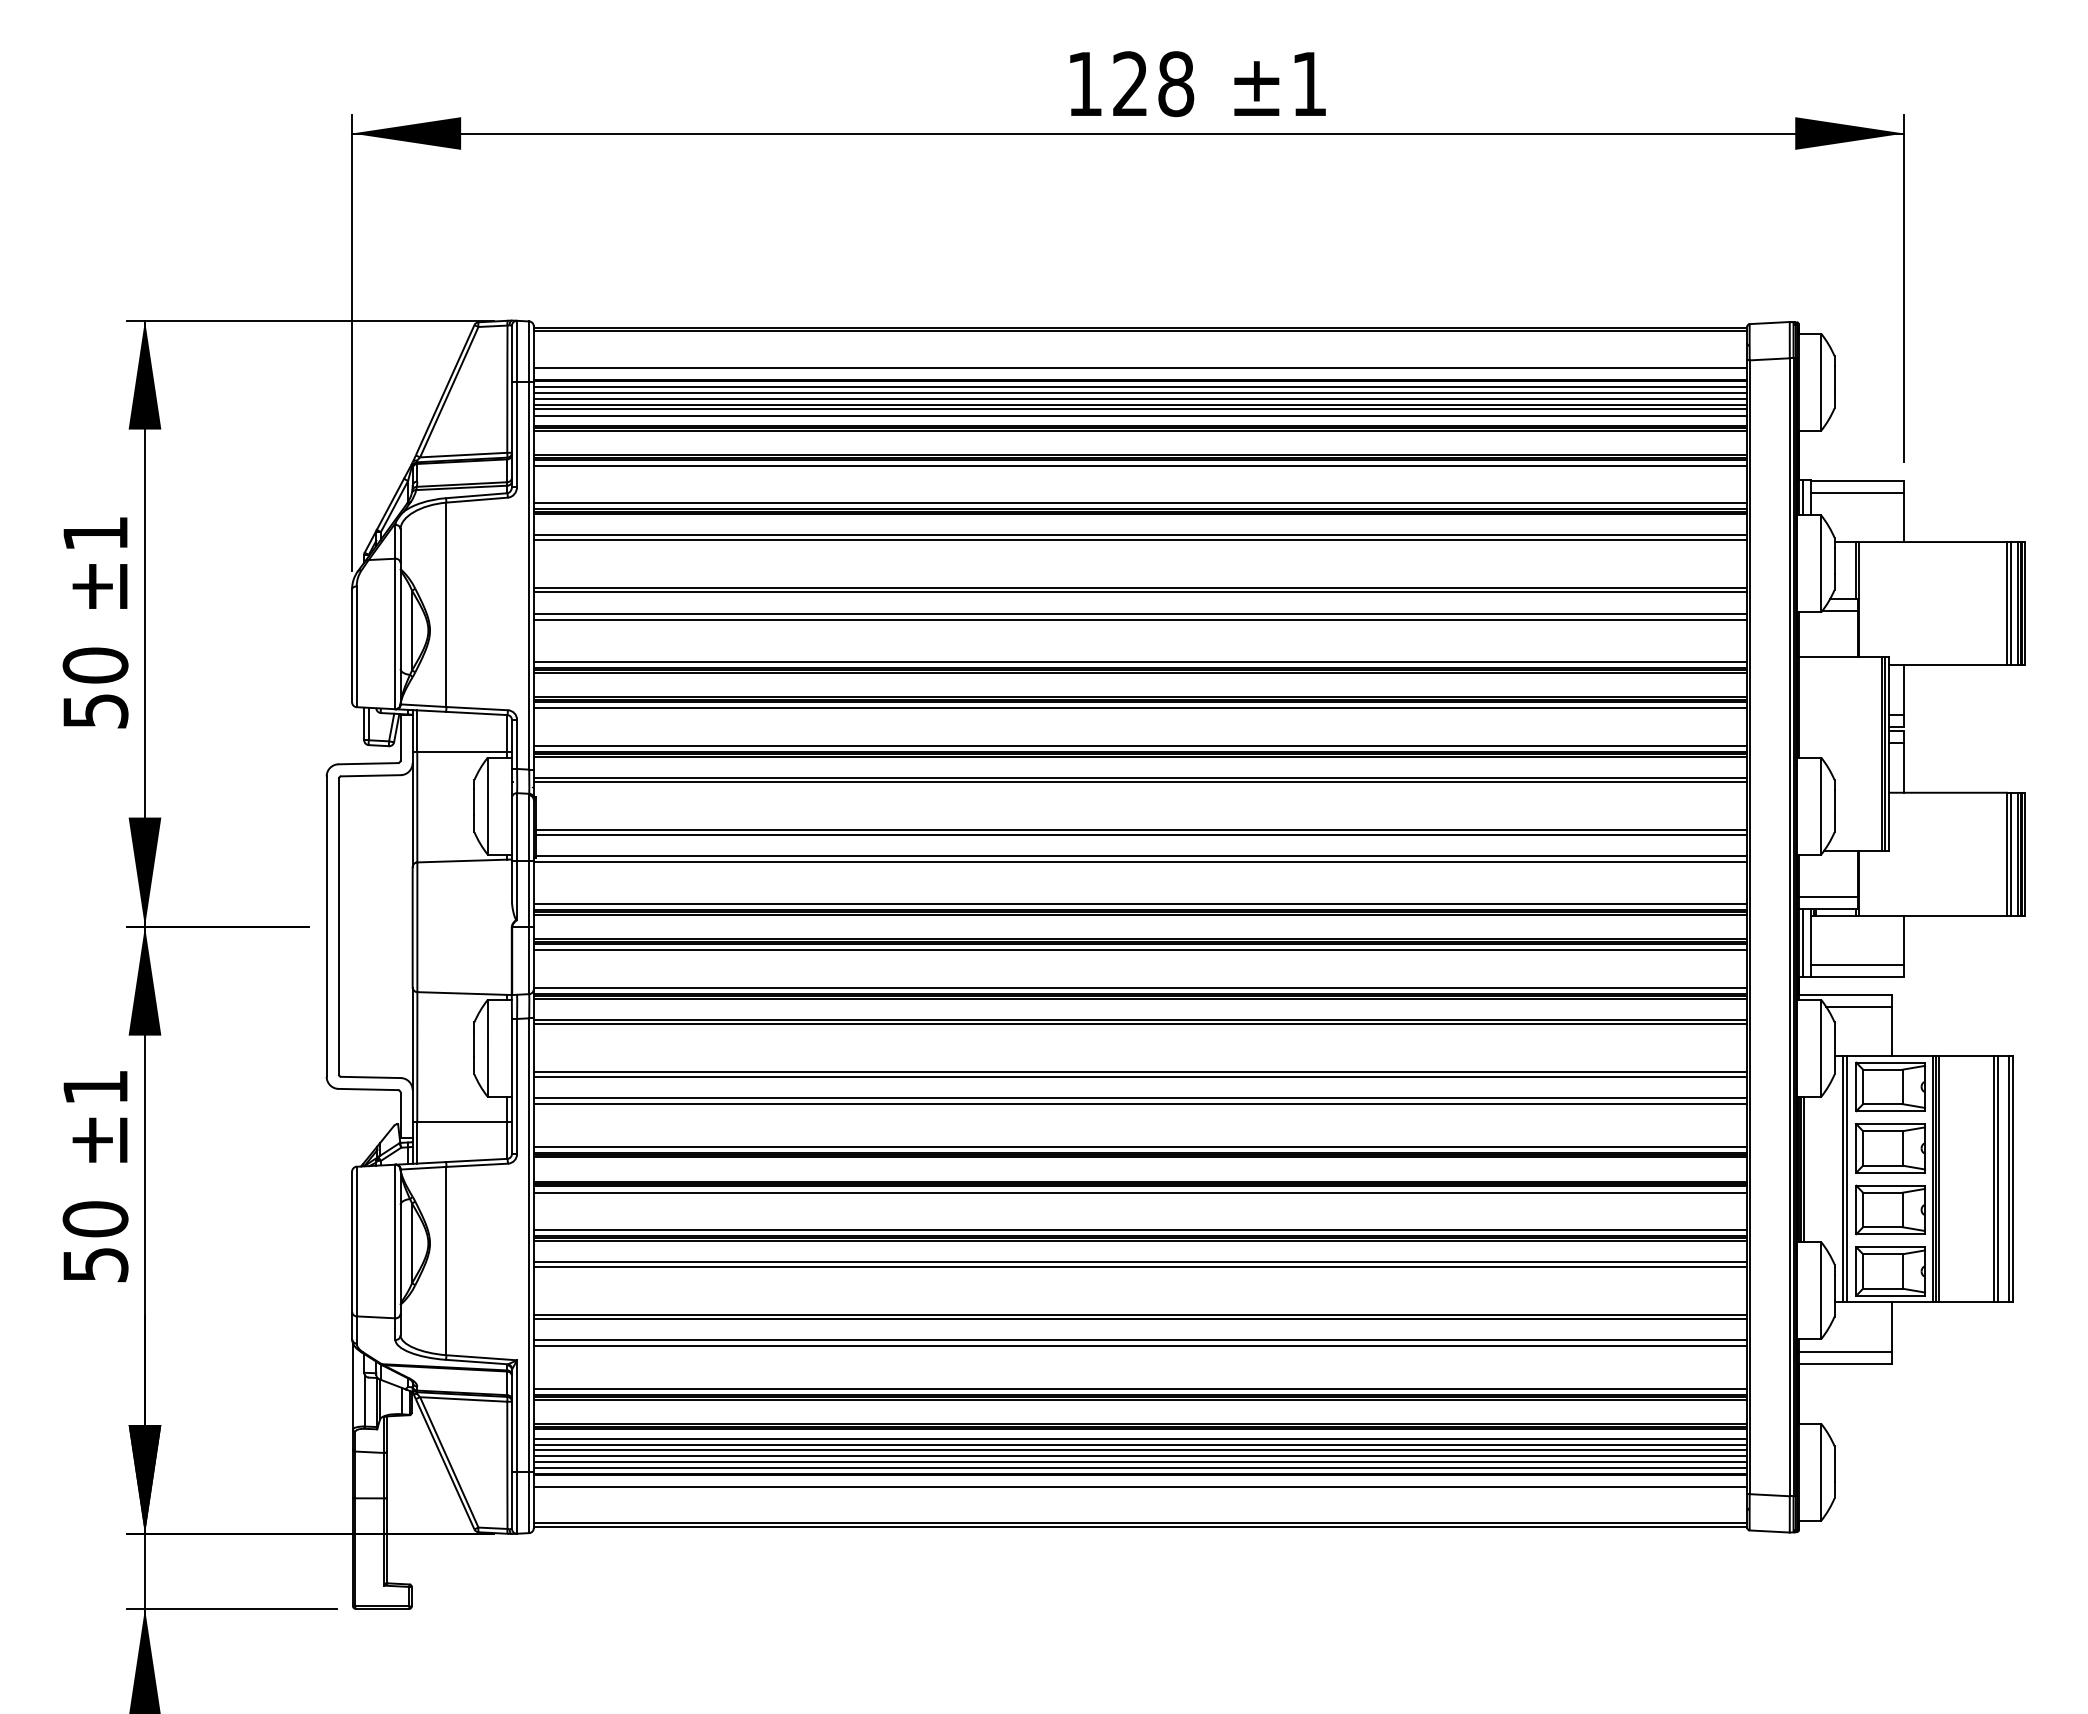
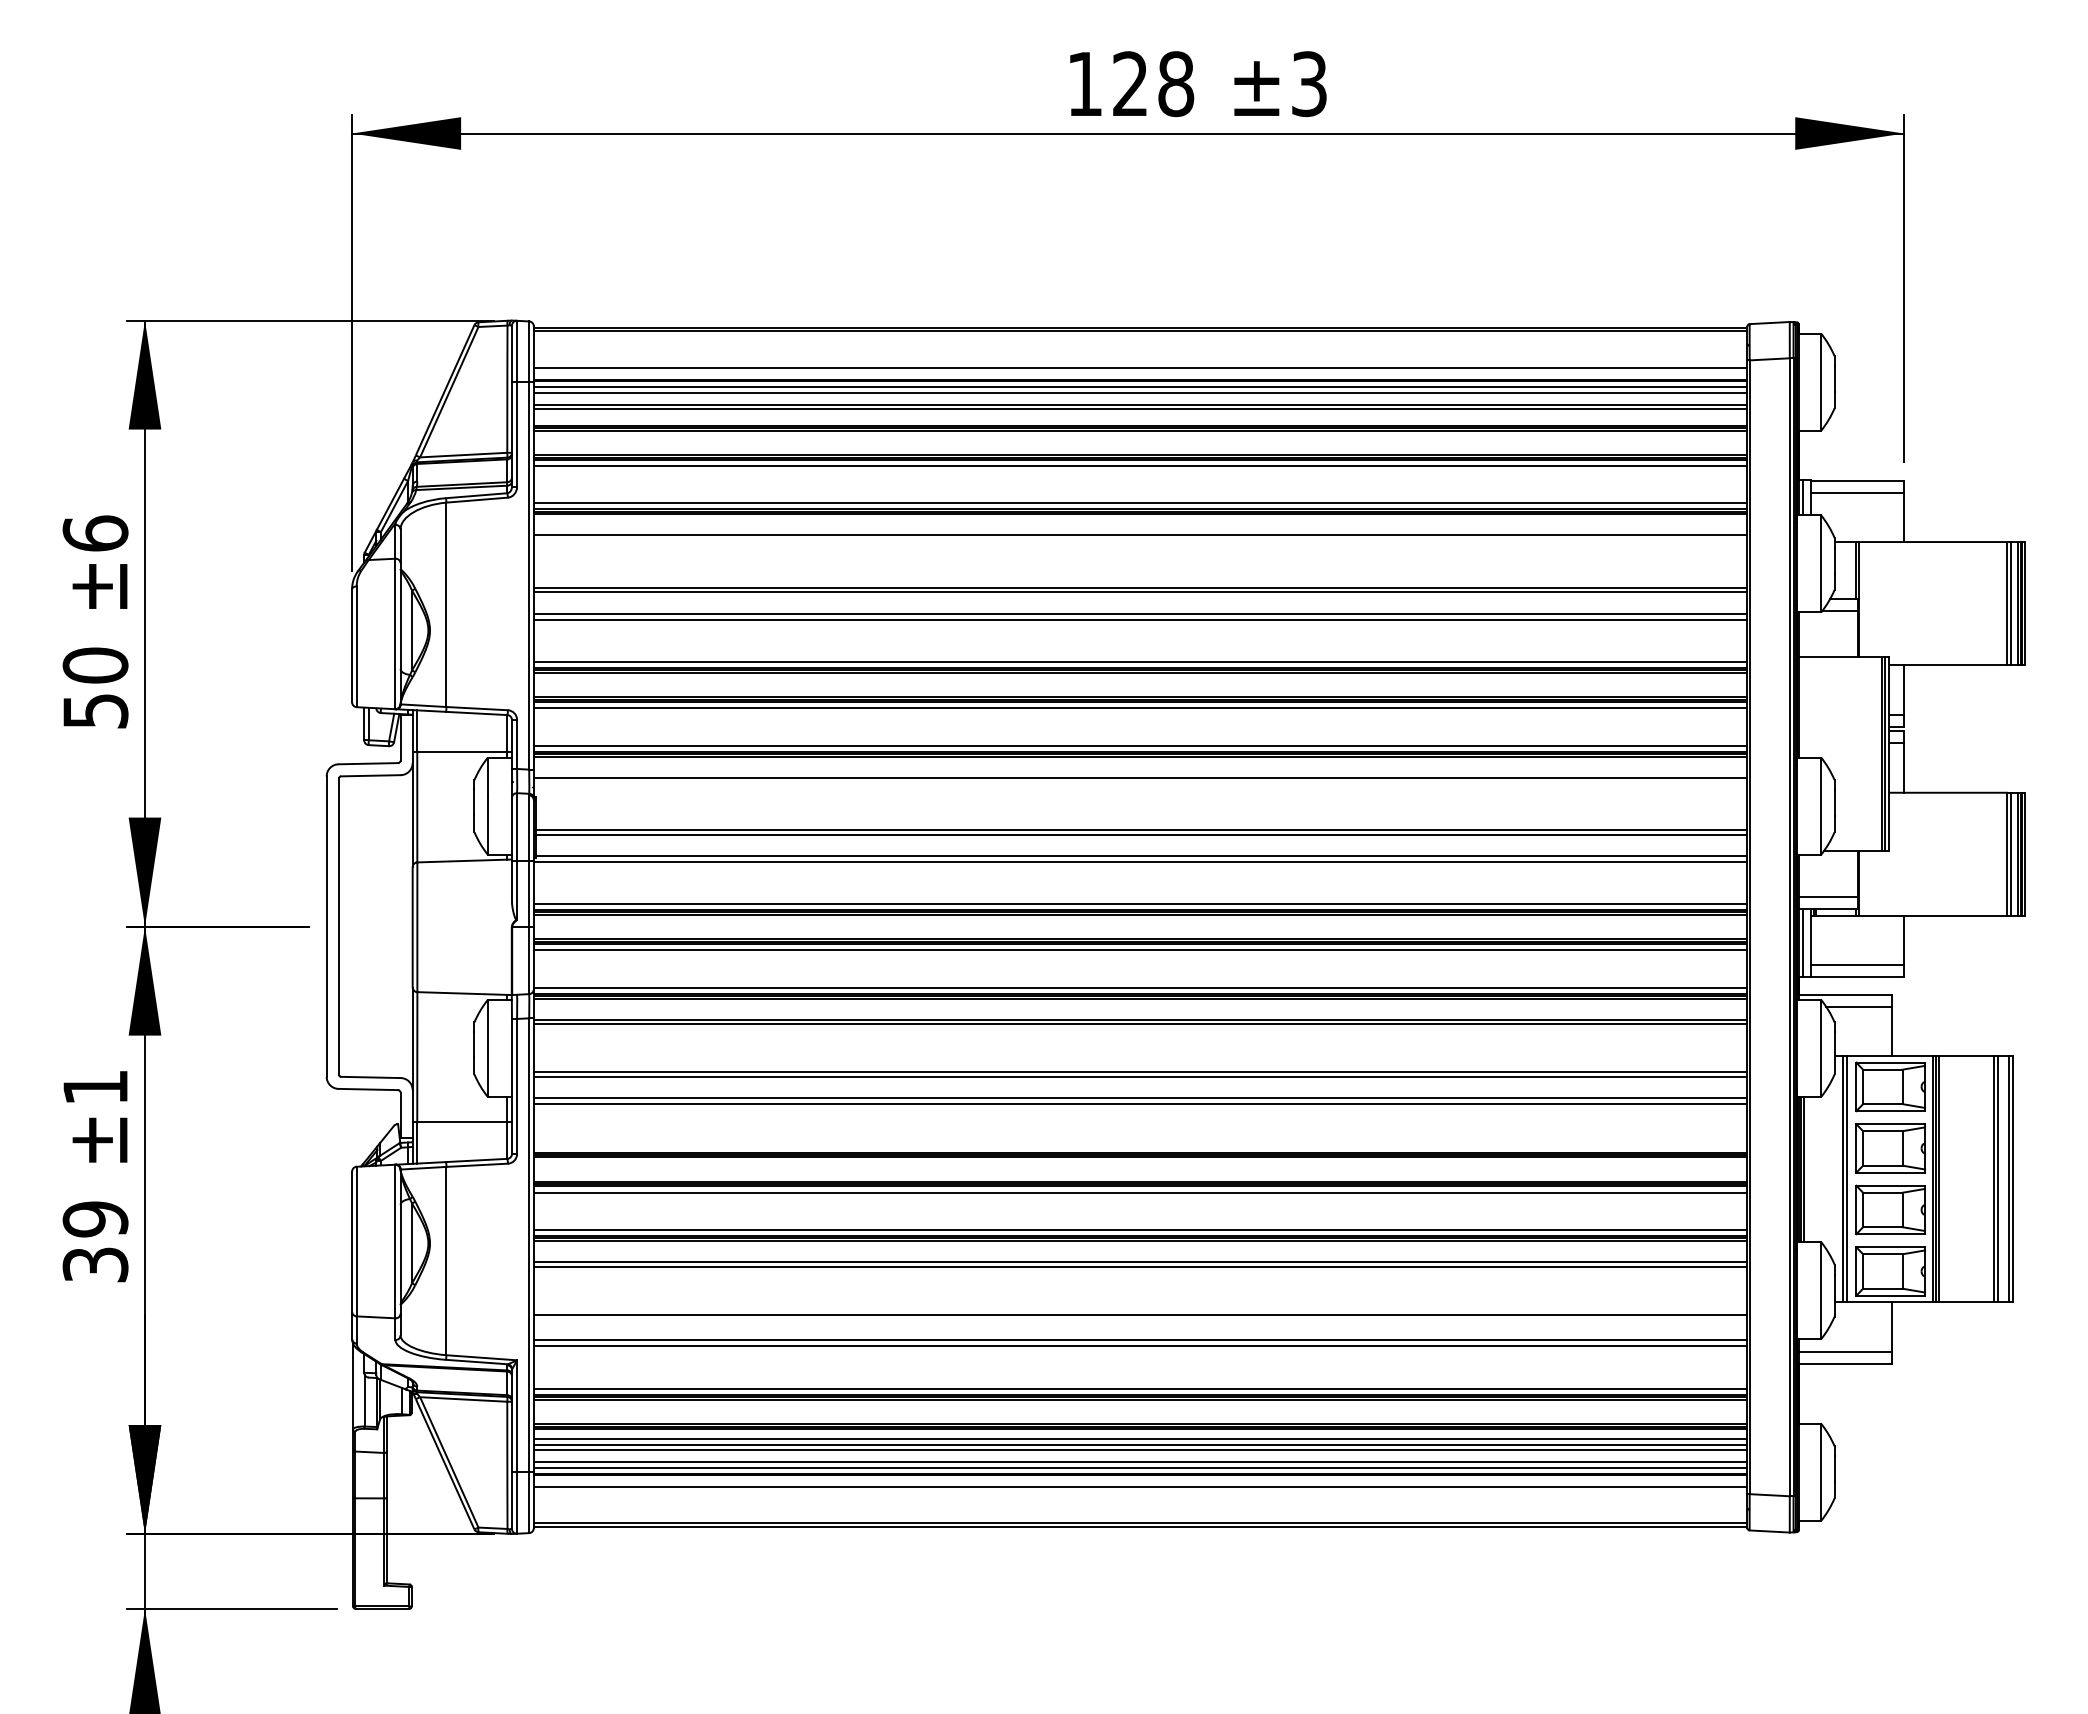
text at (1309, 84): ±1 -> ±3
line at (1140, 398): present -> none
line at (1140, 415): present -> none
text at (95, 533): ±1 -> ±6
line at (1140, 539): present -> none
line at (1140, 782): present -> none
line at (1140, 1146): present -> none
text at (95, 1241): 50 -> 39
line at (1140, 1319): present -> none
line at (1140, 1455): present -> none
